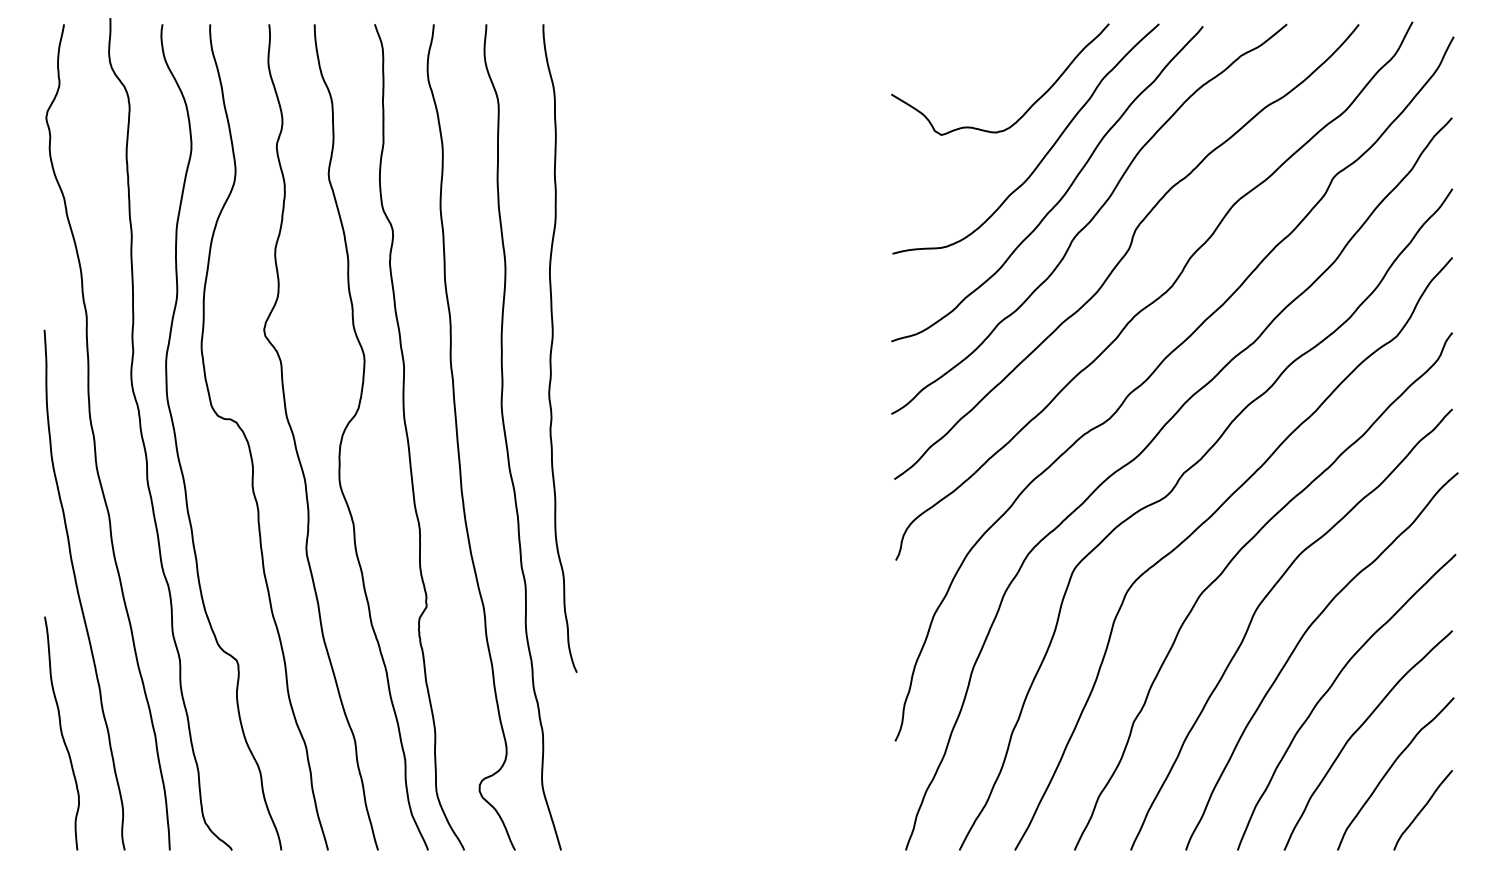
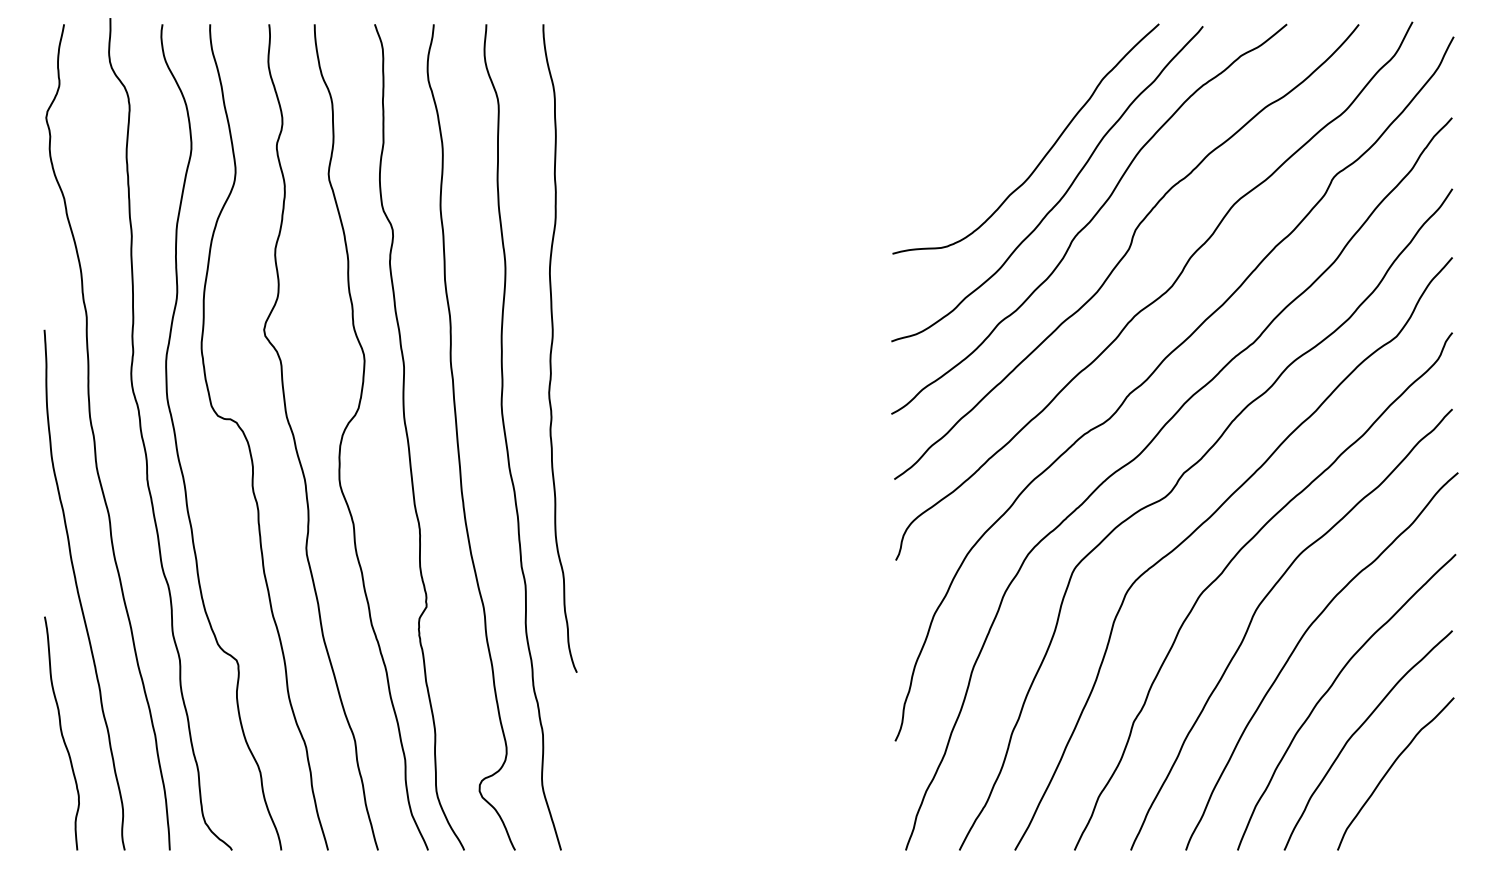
curve at (1029, 107): present -> none
curve at (1422, 810): present -> none
